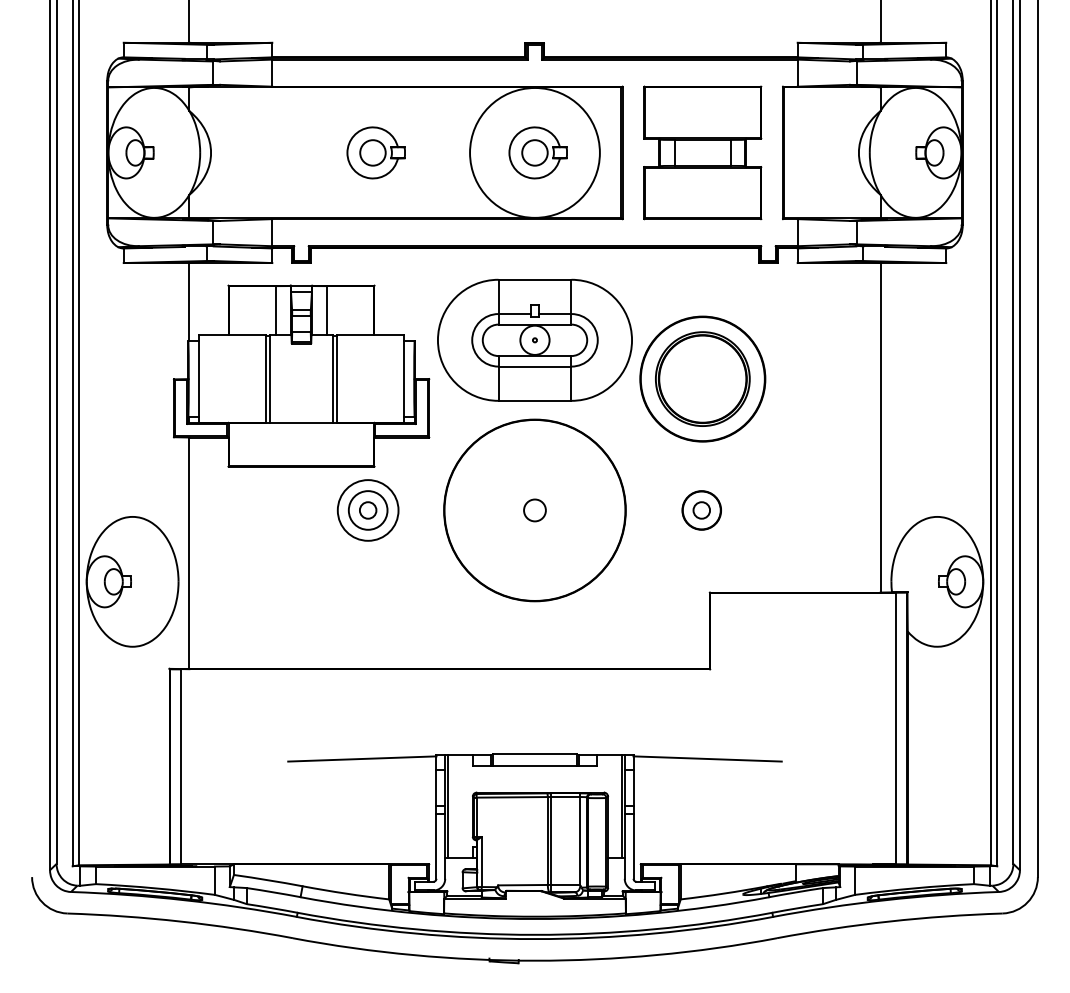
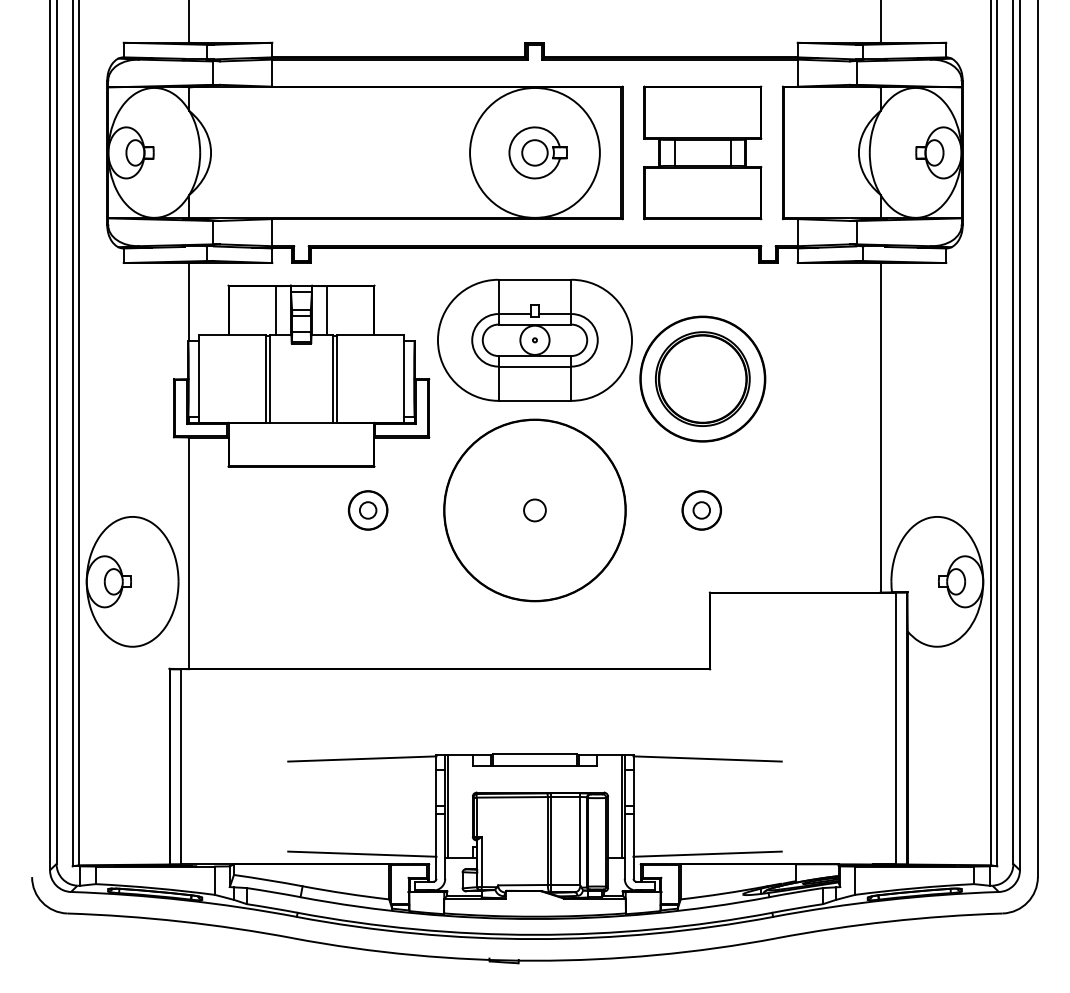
part at (375, 152): present -> none
circle at (367, 510) diameter: 61 px -> 38 px
line at (362, 853): none -> present
line at (707, 853): none -> present
